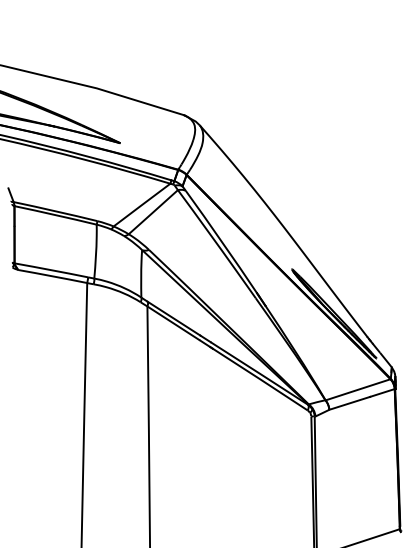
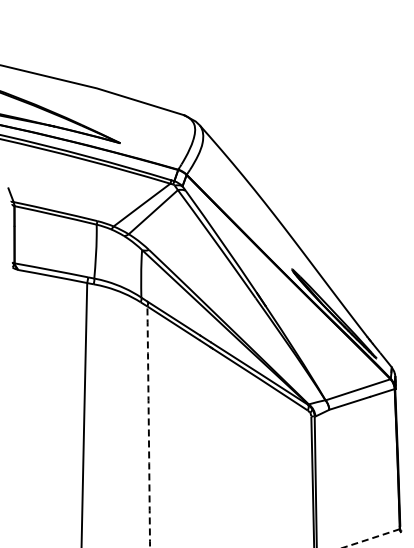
arc at (148, 426): solid -> dashed
line at (371, 538): solid -> dashed
